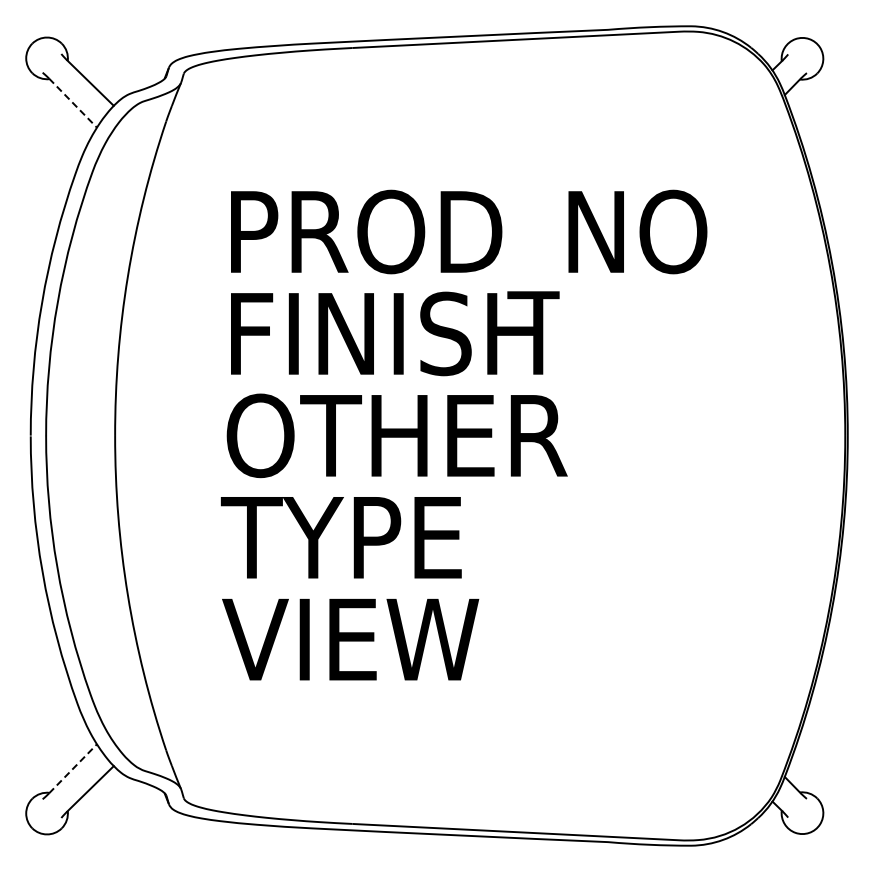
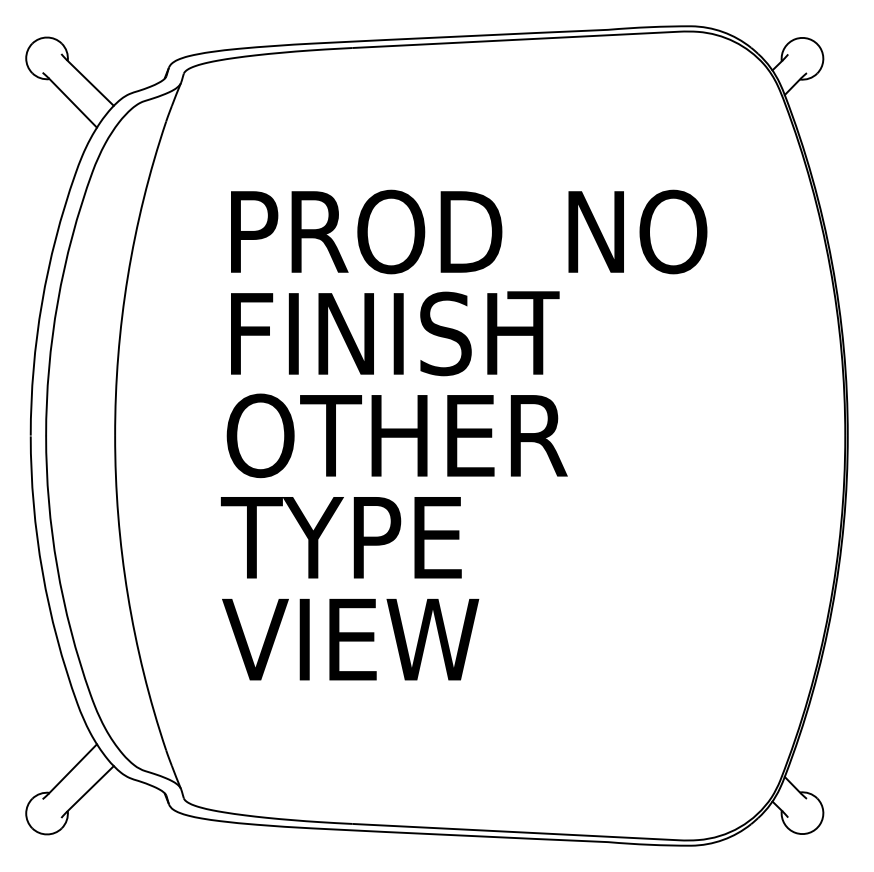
line at (73, 103): dashed -> solid
line at (73, 768): dashed -> solid
